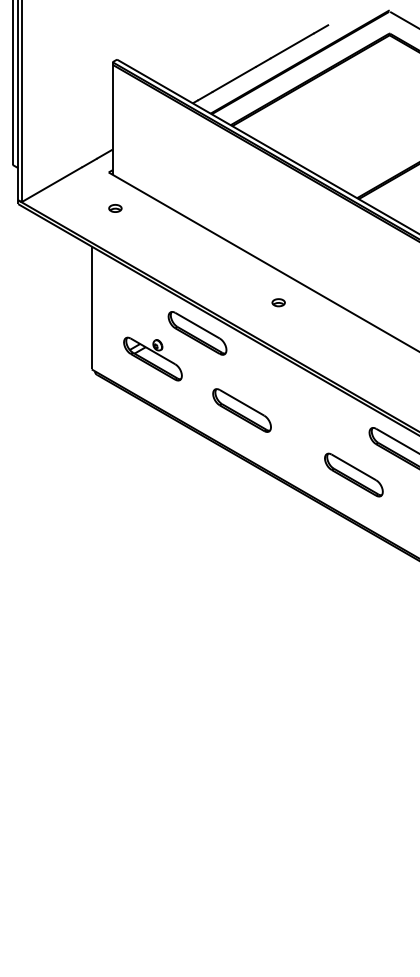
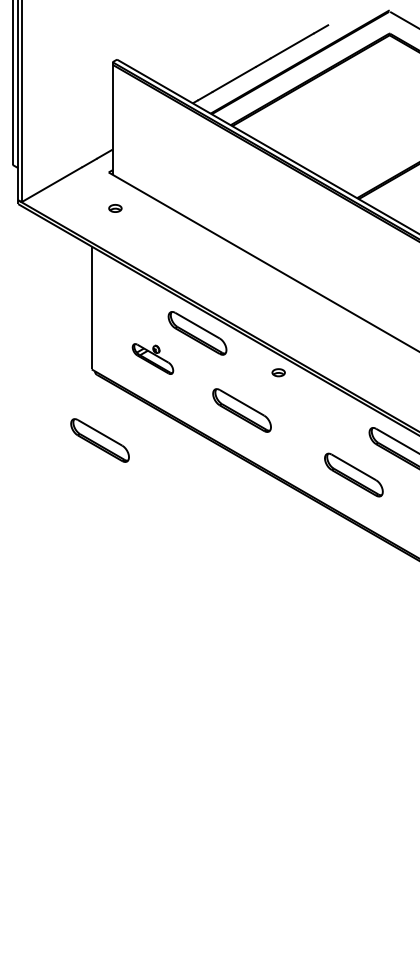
part at (278, 302) position: (278, 302) -> (278, 372)
part at (152, 358) size: 60x46 px -> 44x32 px
part at (99, 440): none -> present
